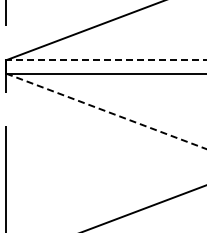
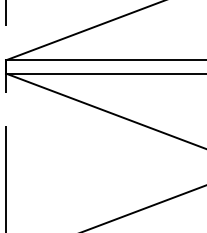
line at (106, 60): dashed -> solid
line at (106, 111): dashed -> solid
